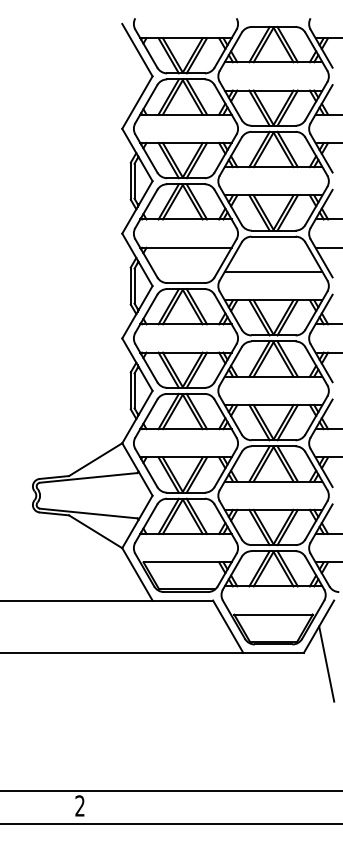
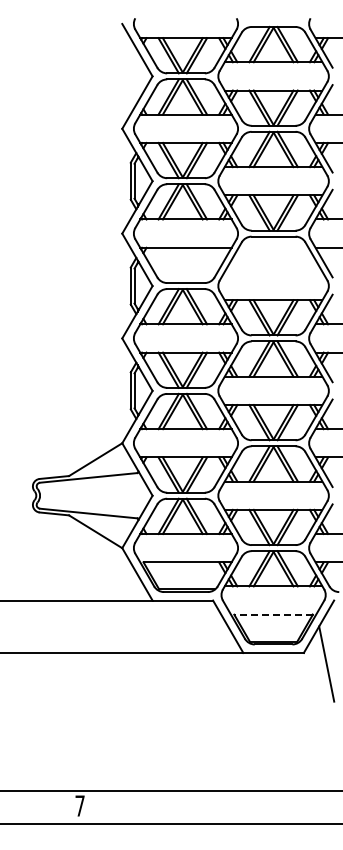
line at (273, 271): present -> none
line at (273, 614): solid -> dashed
text at (79, 805): 2 -> 7
